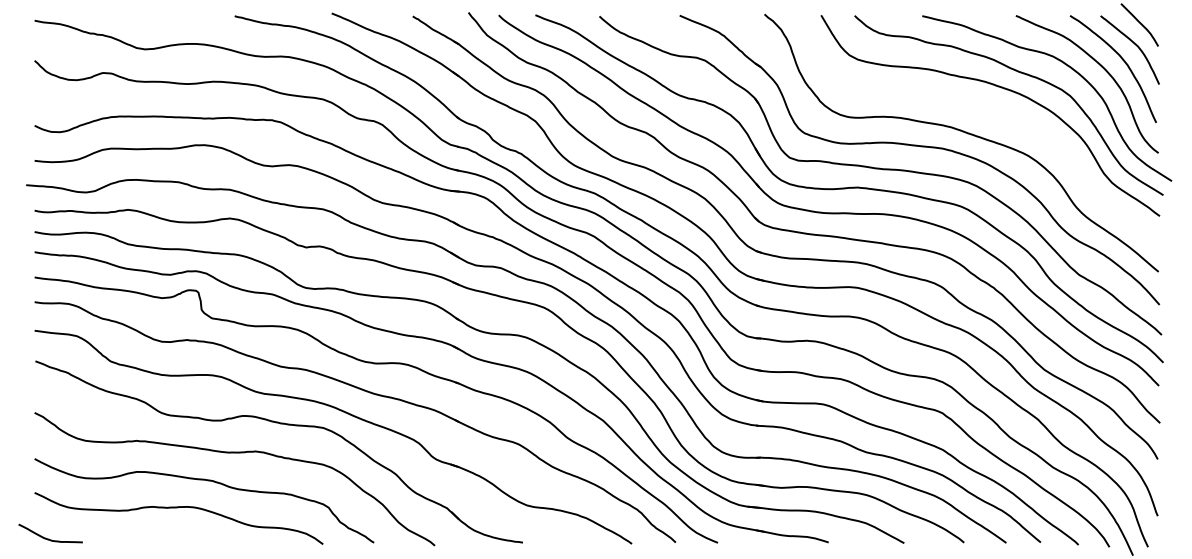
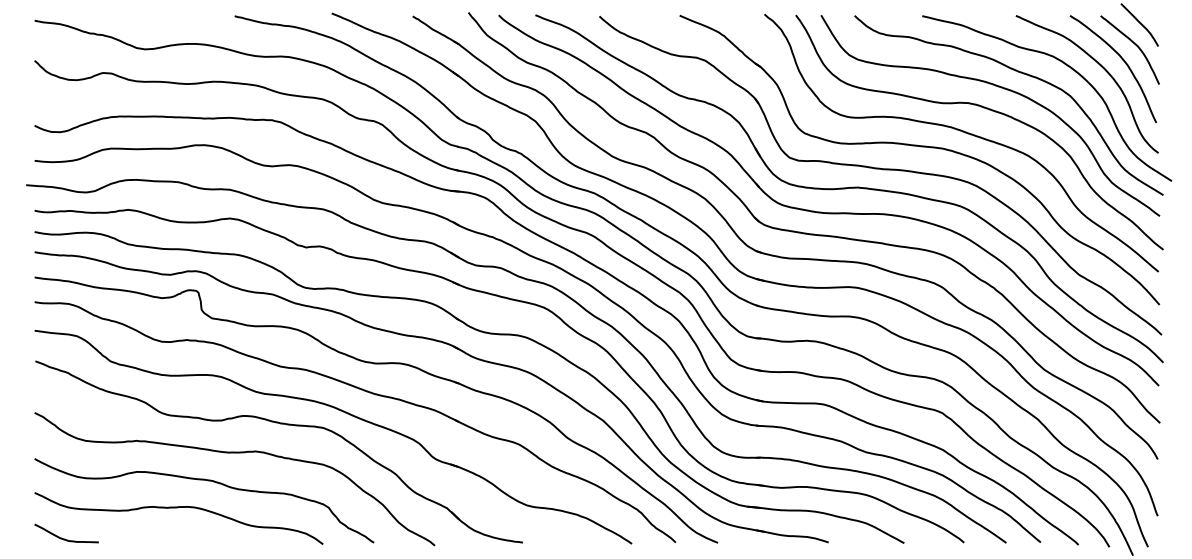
curve at (986, 109): none -> present
curve at (48, 538) position: (48, 538) -> (64, 538)
